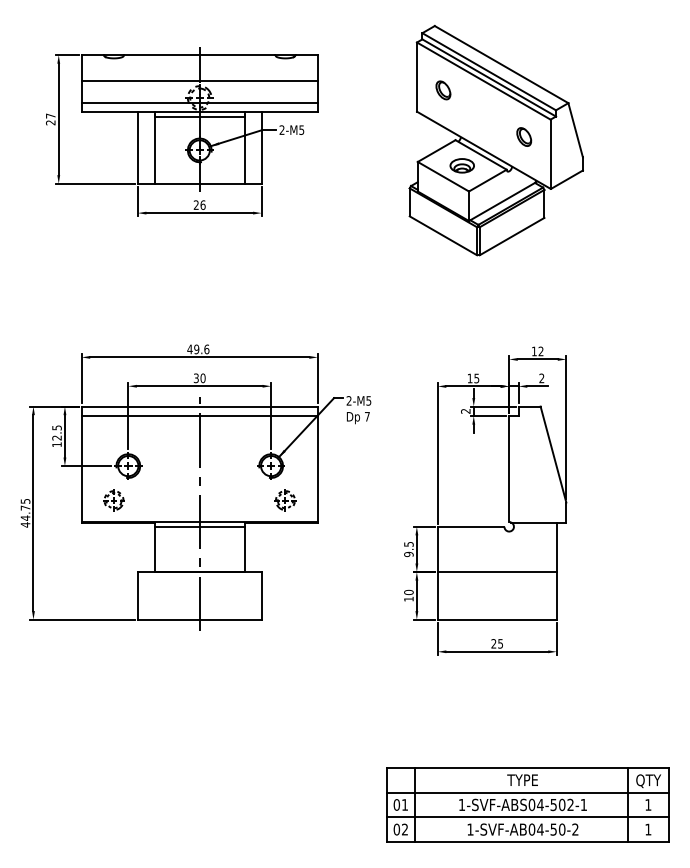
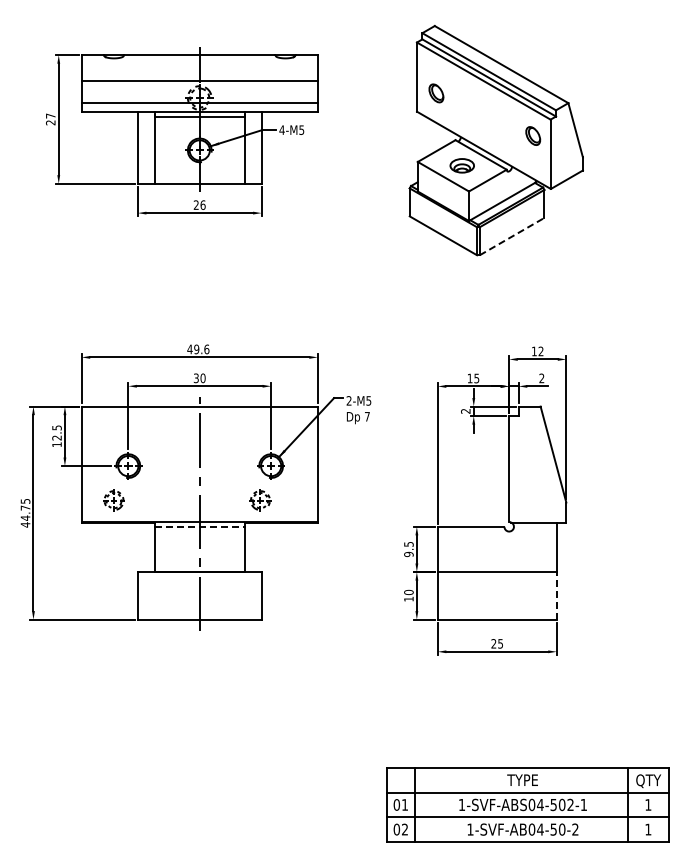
part at (443, 90) position: (443, 90) -> (436, 93)
text at (281, 129): 2-M5 -> 4-M5
part at (524, 136) position: (524, 136) -> (533, 135)
line at (512, 236): solid -> dashed
line at (199, 416): present -> none
part at (285, 500) position: (285, 500) -> (260, 500)
line at (200, 526): solid -> dashed
line at (556, 595): solid -> dashed
